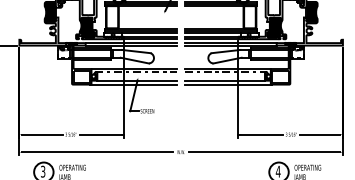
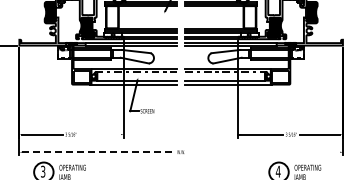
line at (101, 134): present -> none
line at (98, 152): solid -> dashed
line at (264, 152): present -> none
